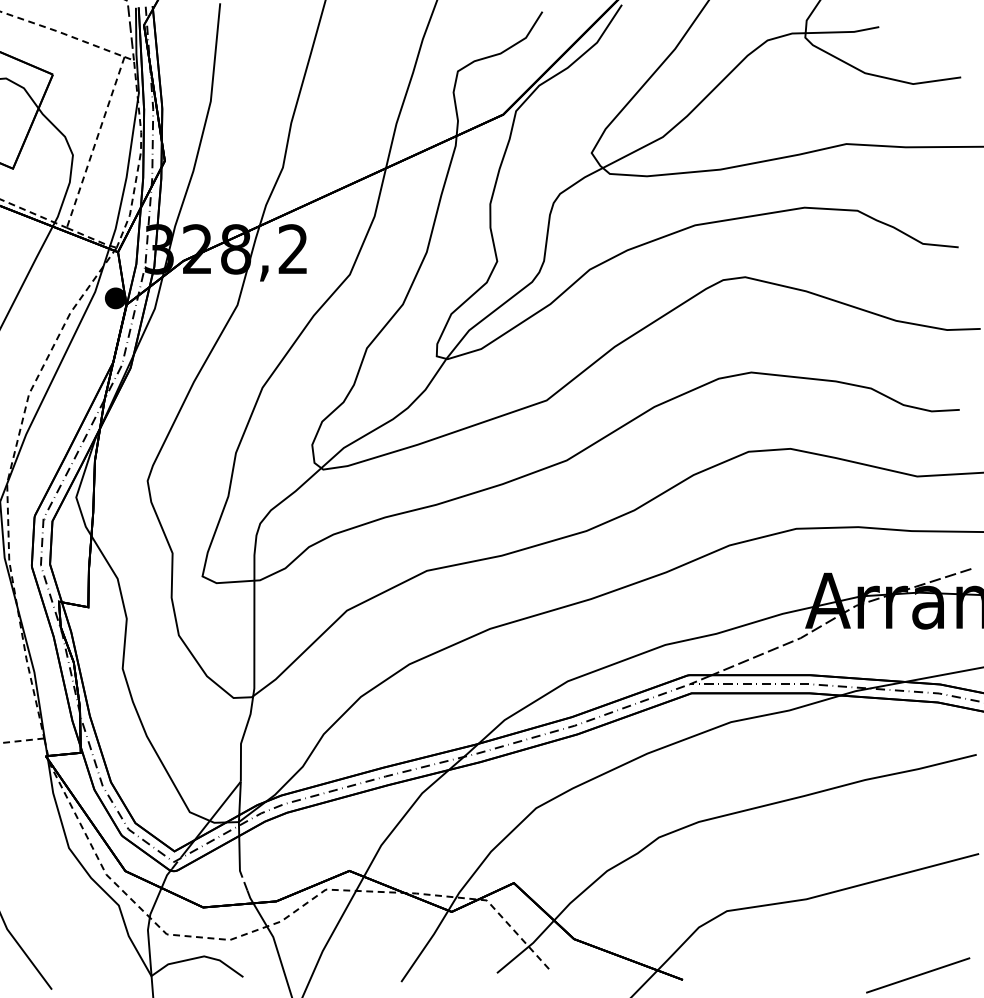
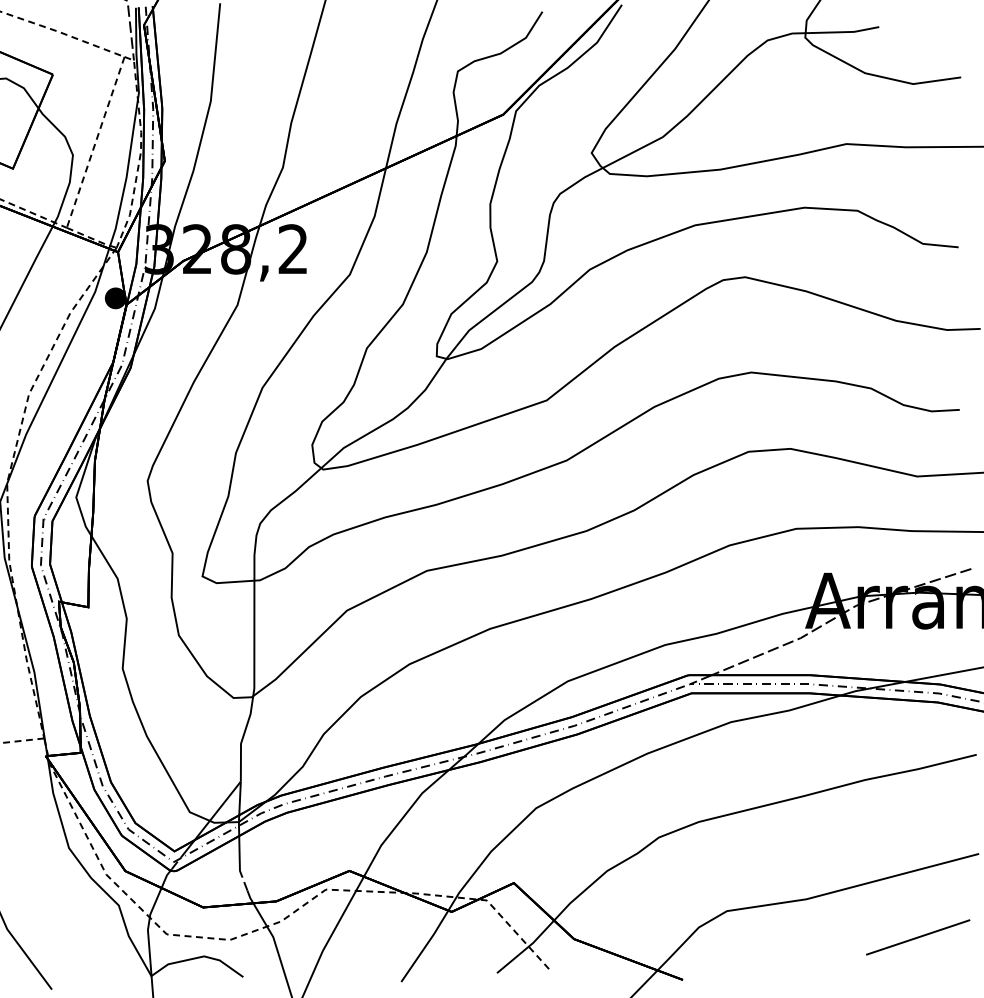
line at (918, 975) position: (918, 975) -> (918, 937)
